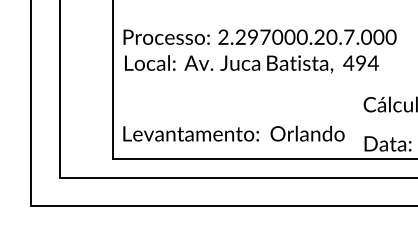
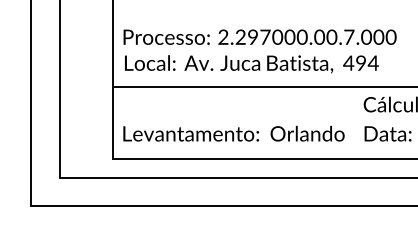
text at (319, 37): 2.297000.20.7.000 -> 2.297000.00.7.000
line at (263, 87): none -> present
text at (387, 143) position: (387, 143) -> (387, 133)
